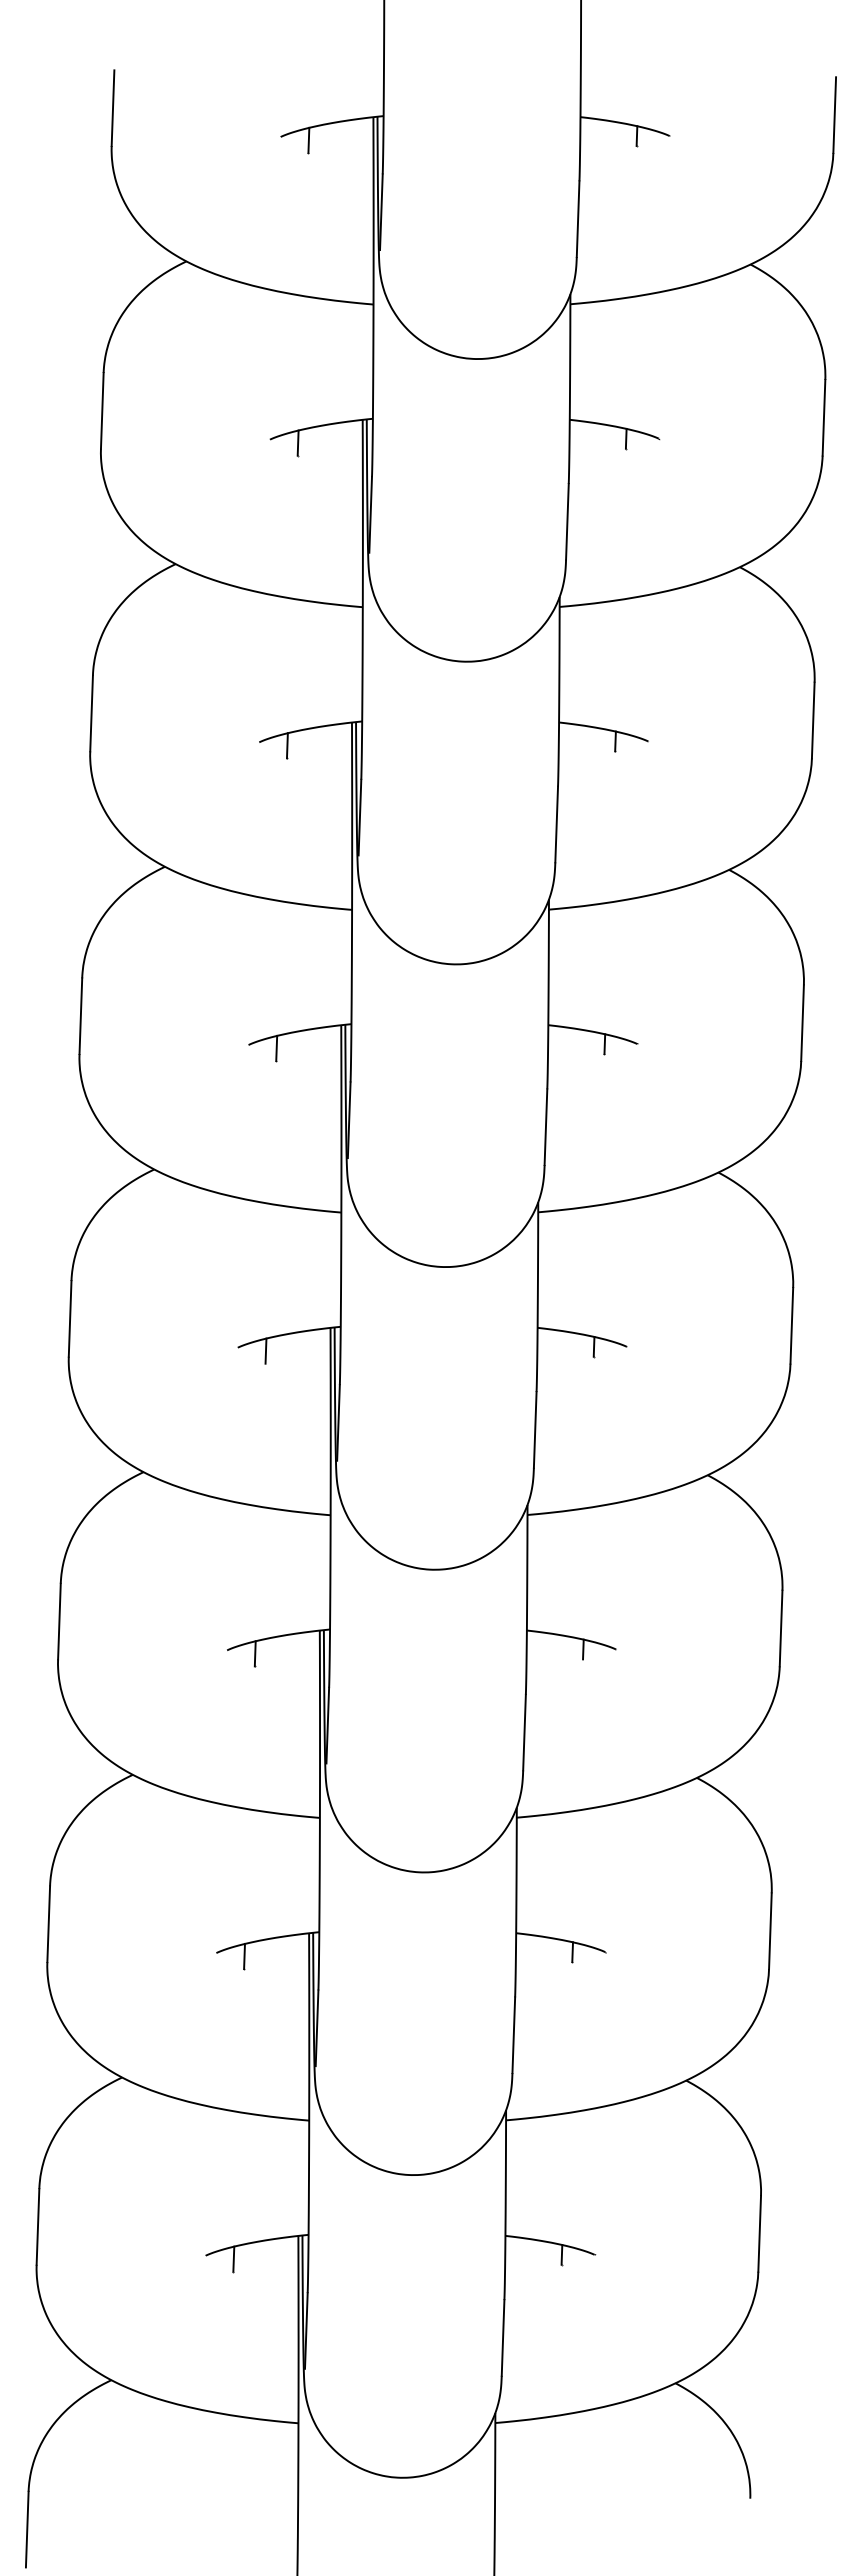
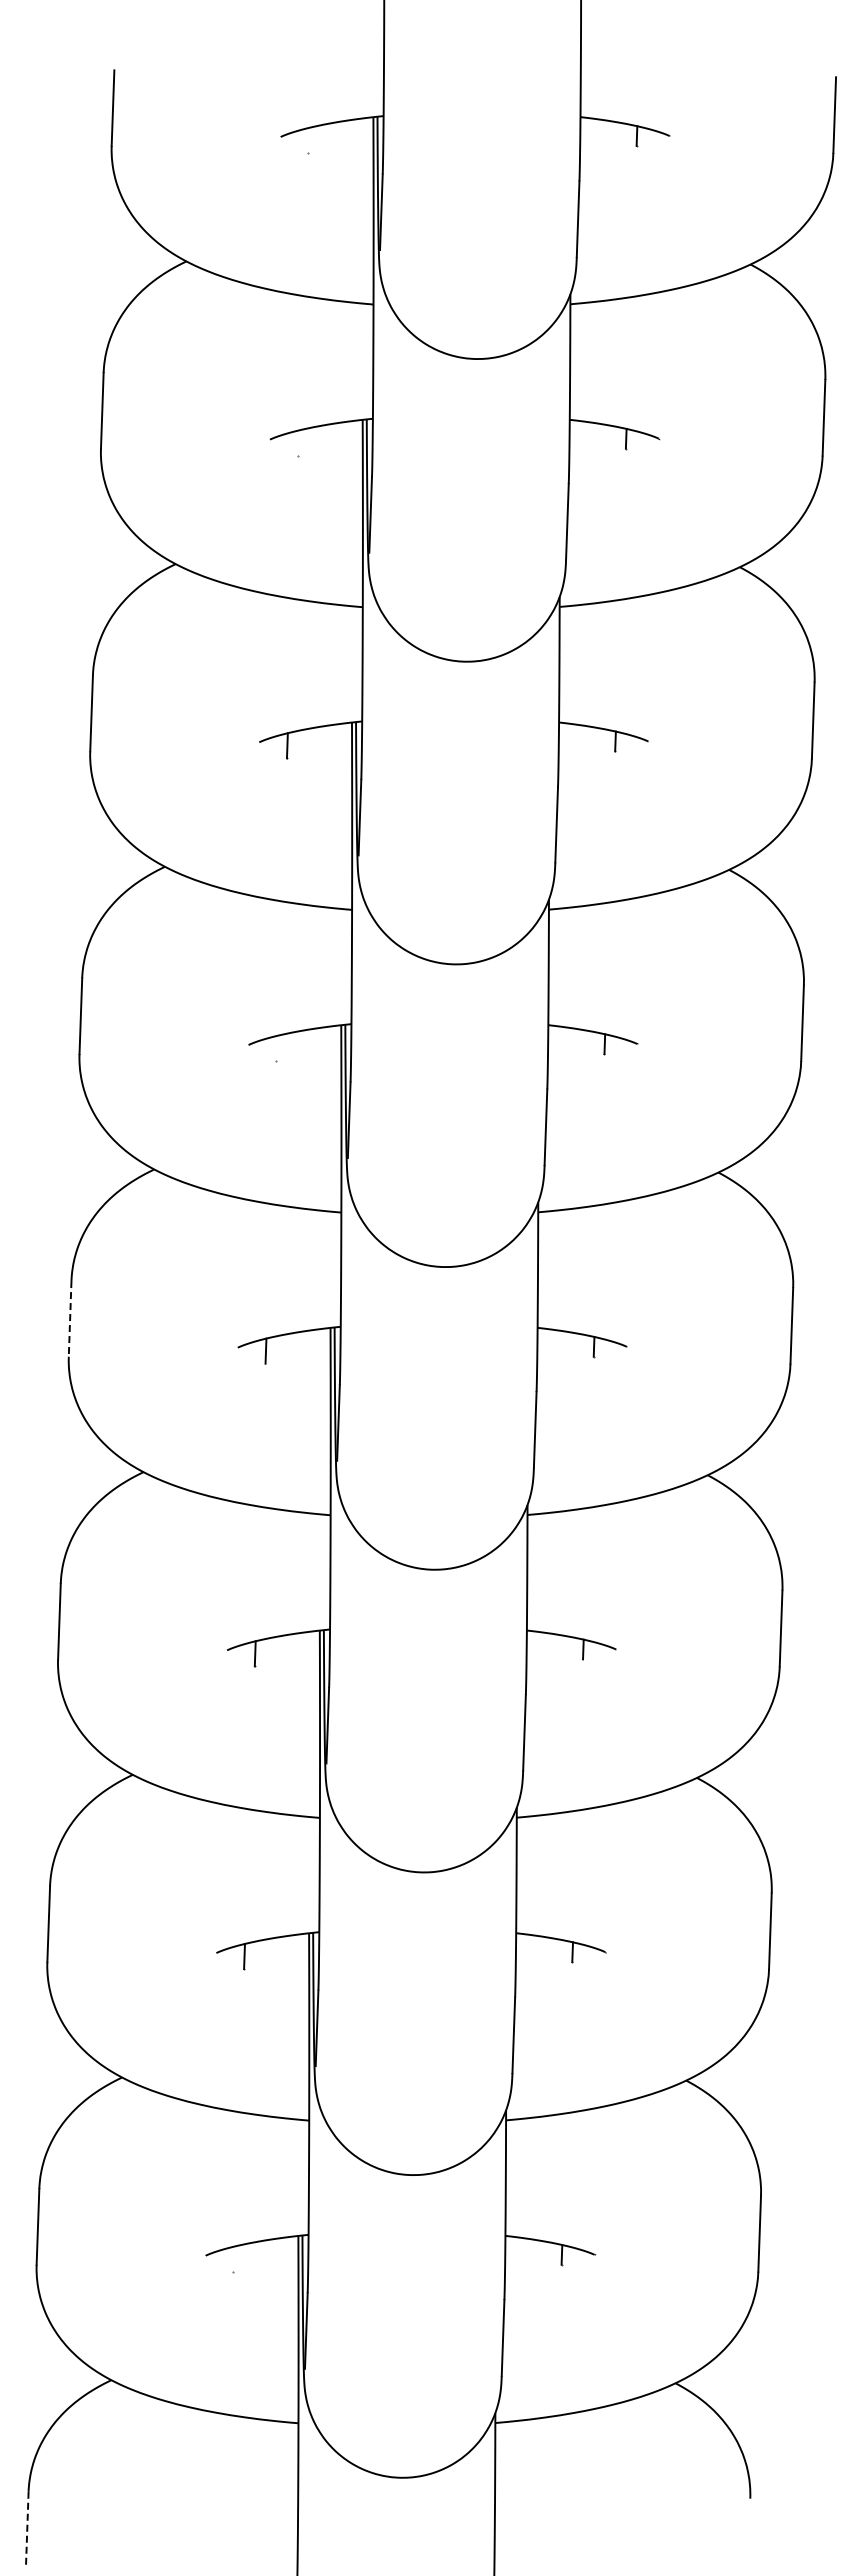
line at (308, 139): present -> none
line at (297, 442): present -> none
line at (276, 1048): present -> none
line at (70, 1318): solid -> dashed
line at (233, 2258): present -> none
line at (27, 2529): solid -> dashed
